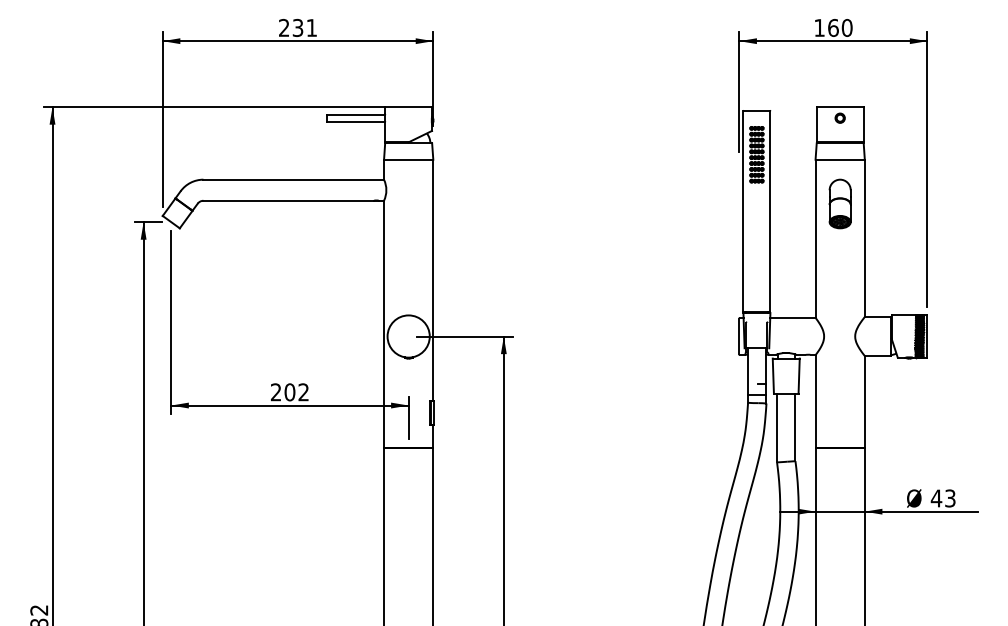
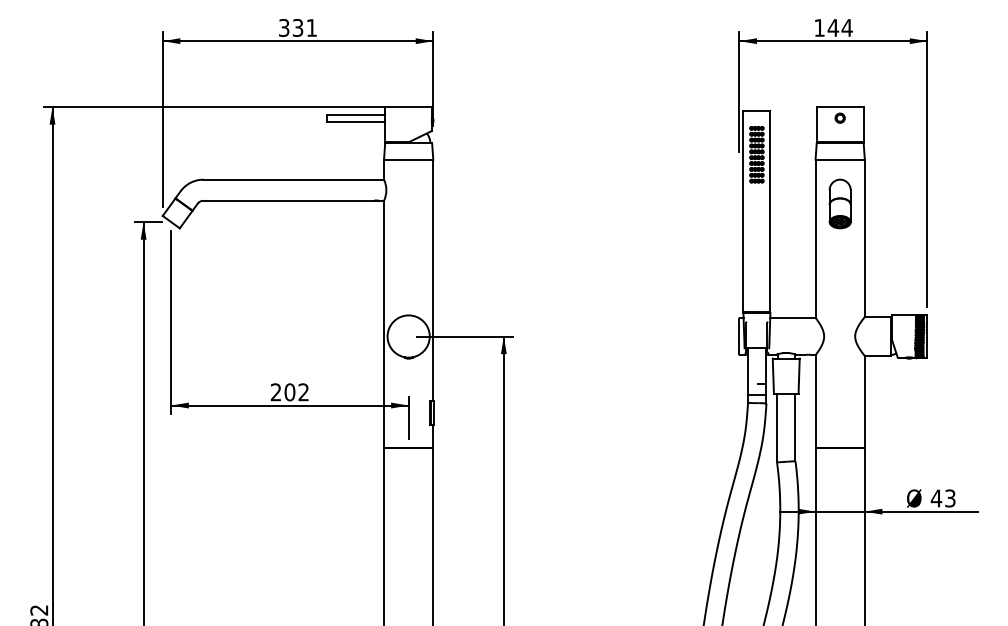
text at (839, 27): 160 -> 144
text at (284, 28): 231 -> 331
